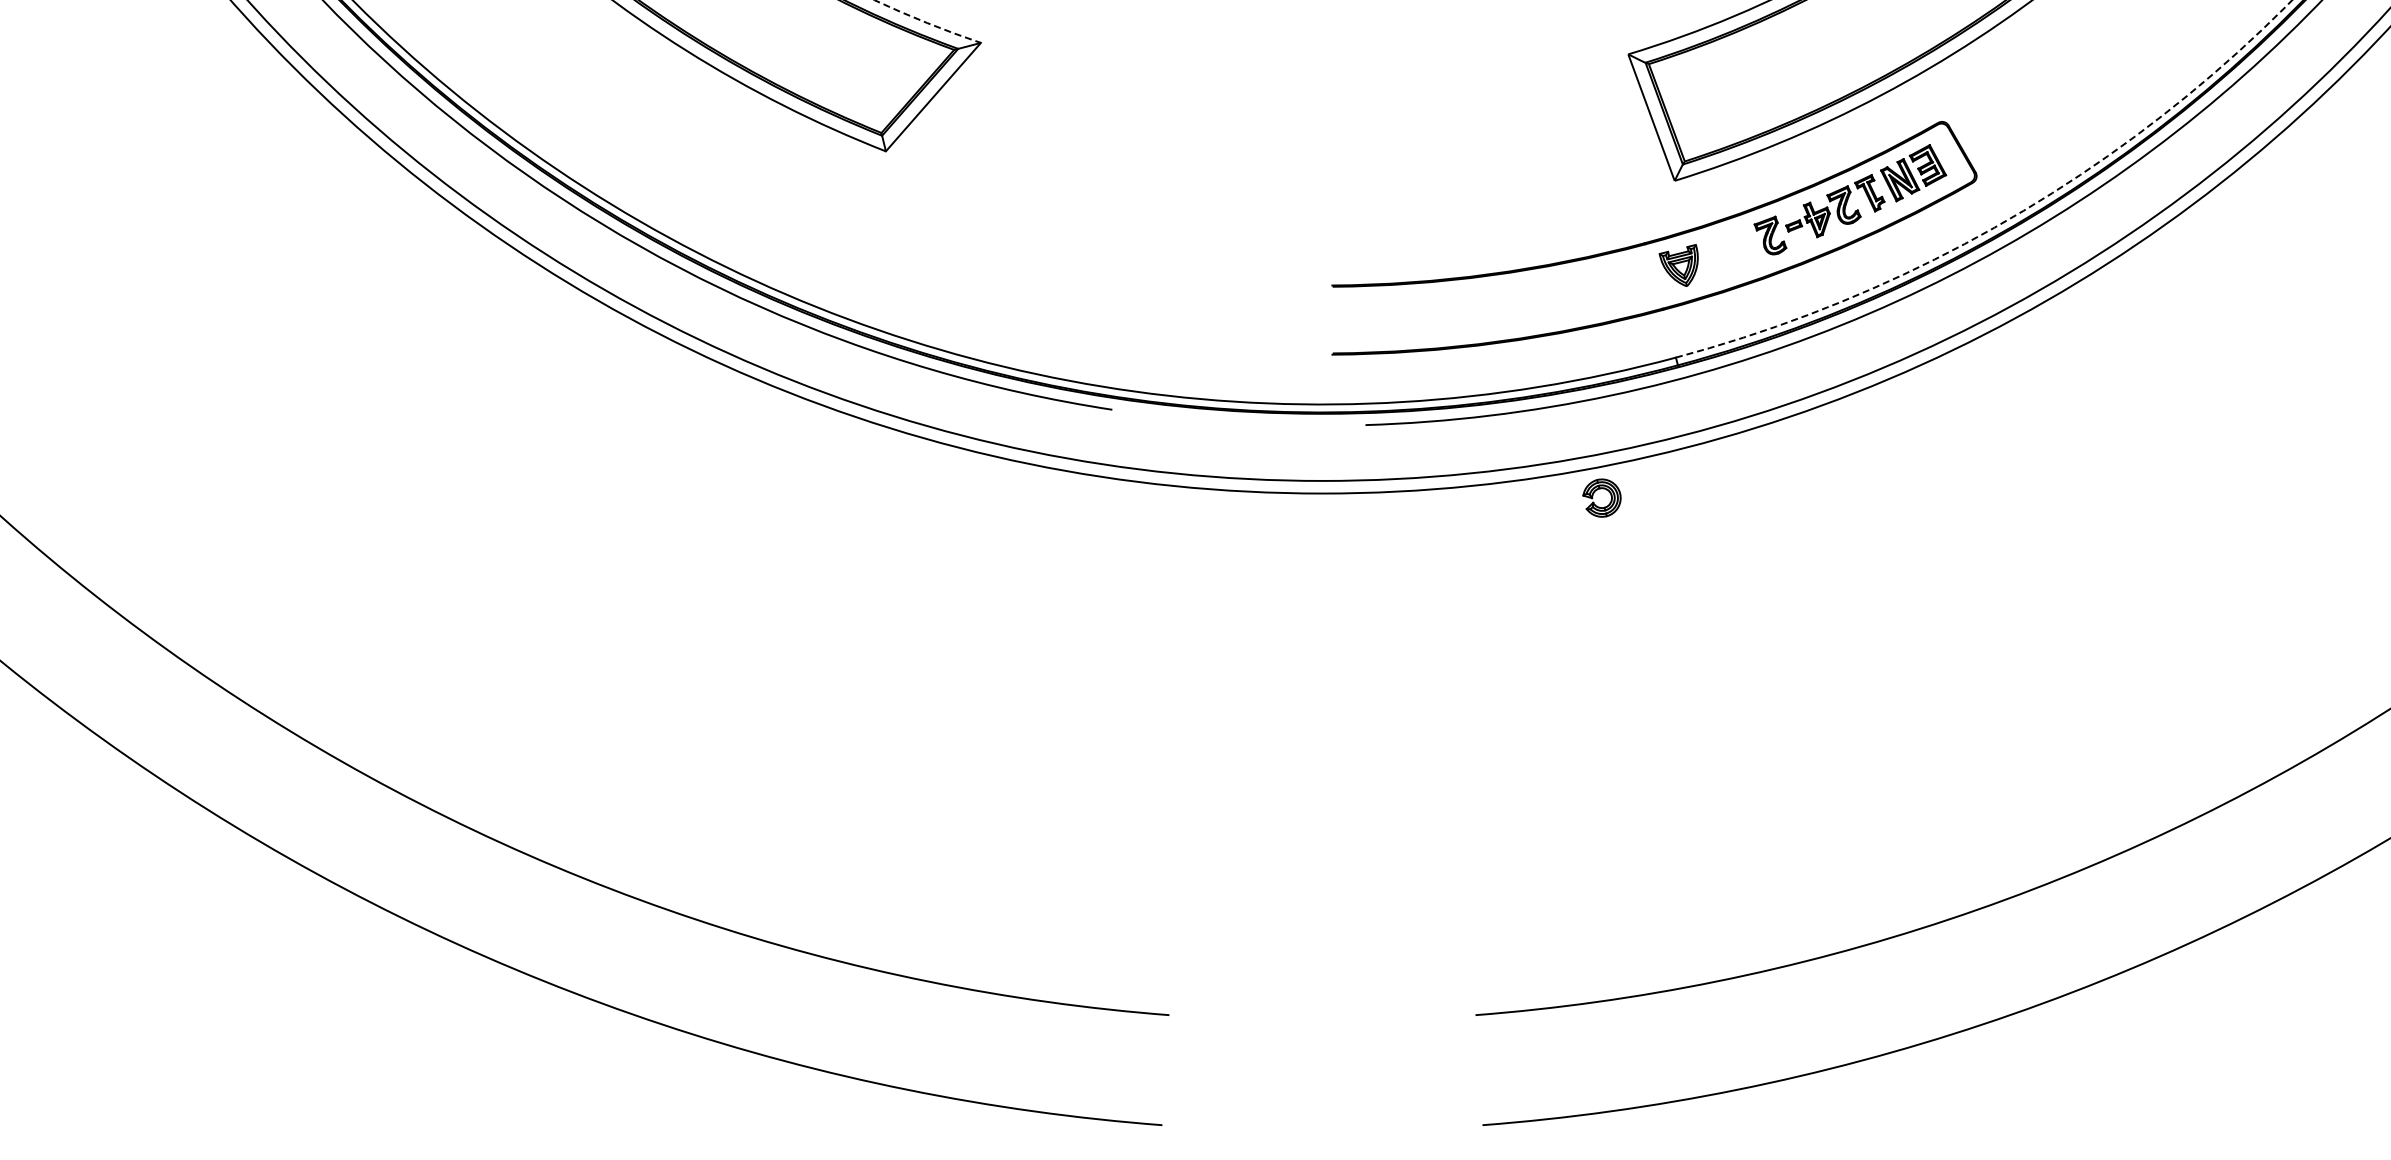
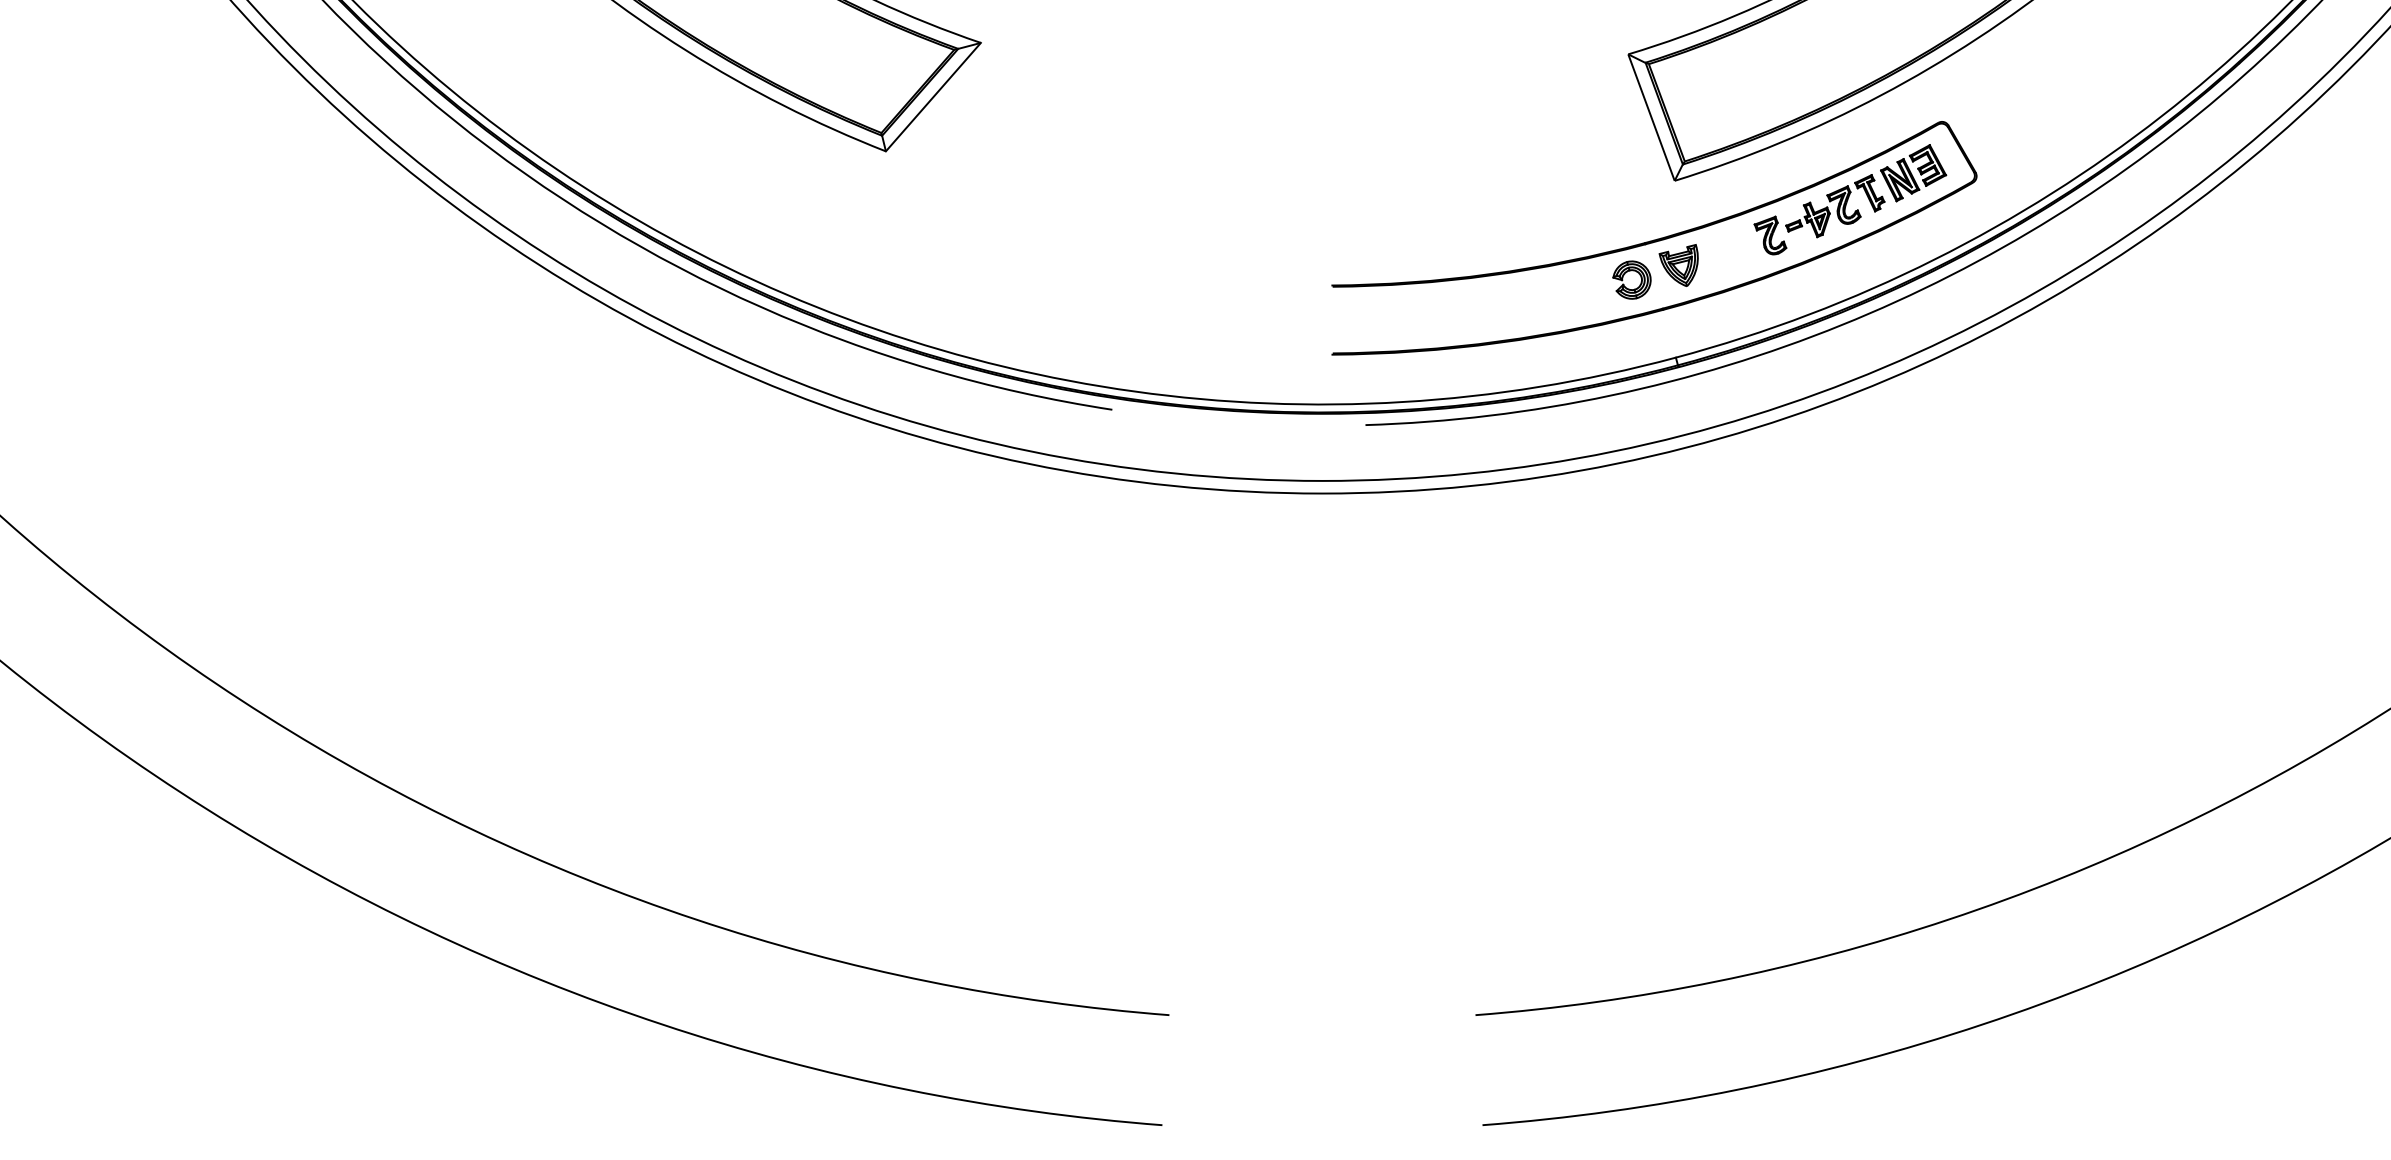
arc at (927, 23): dashed -> solid
arc at (2009, 219): dashed -> solid
part at (1596, 491) position: (1596, 491) -> (1626, 273)
